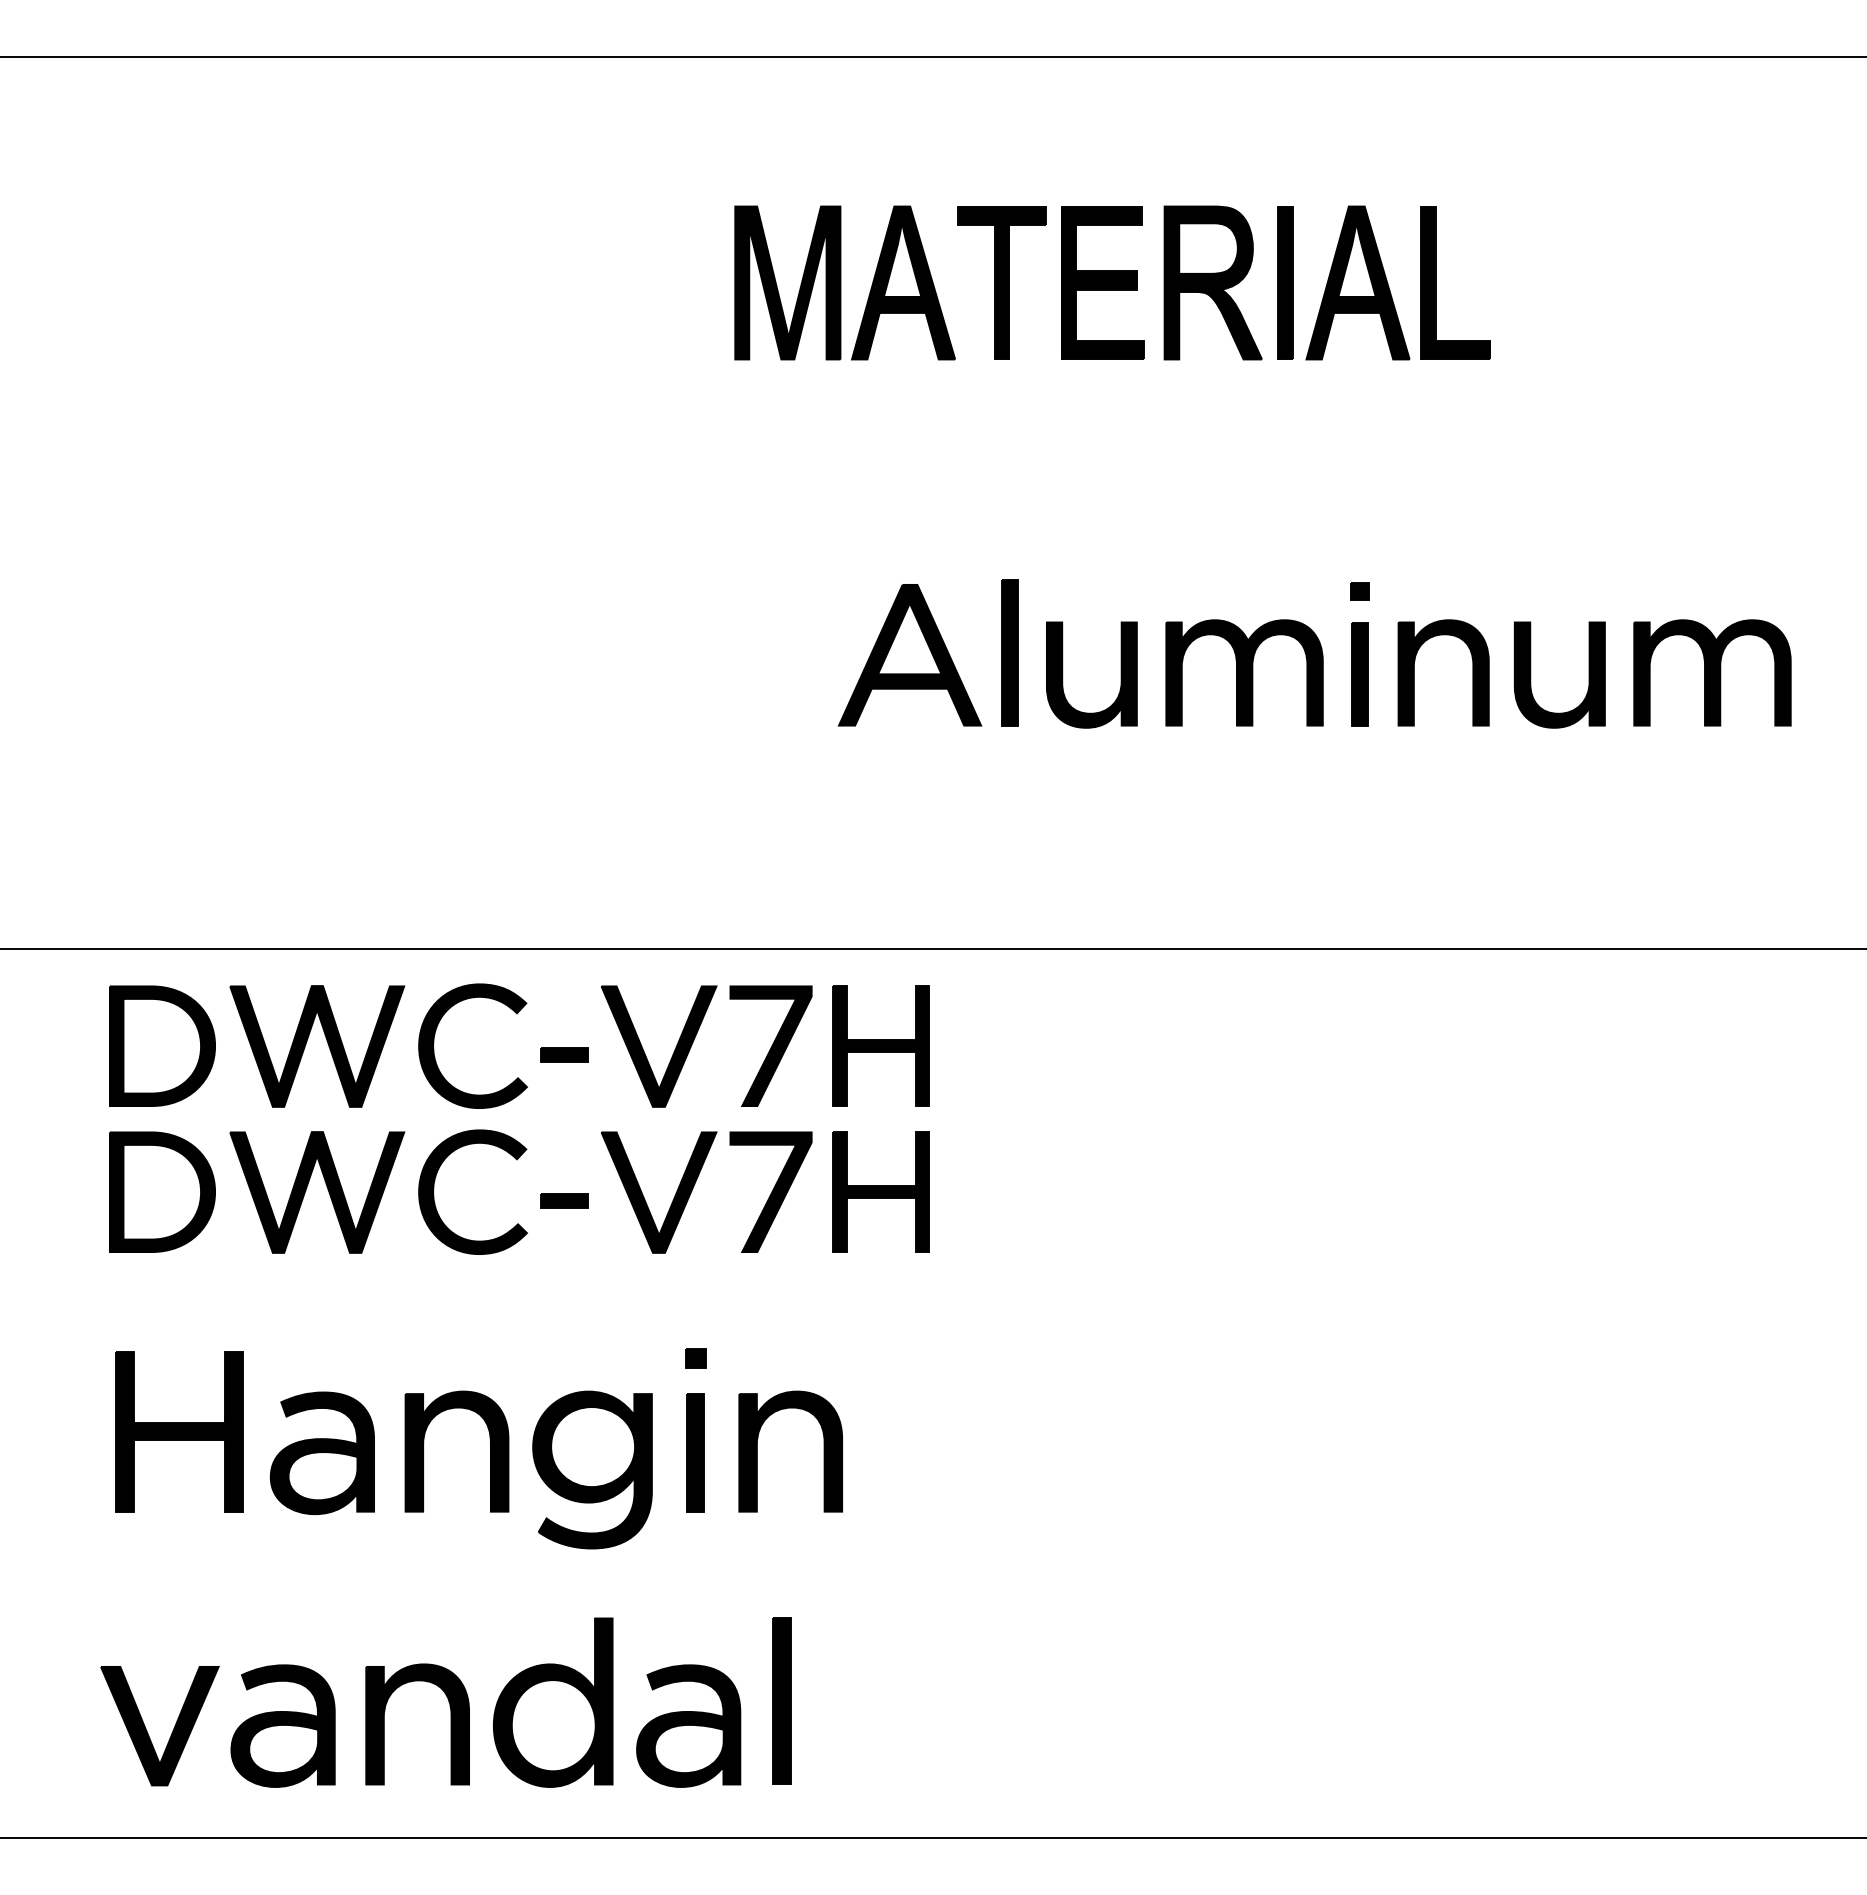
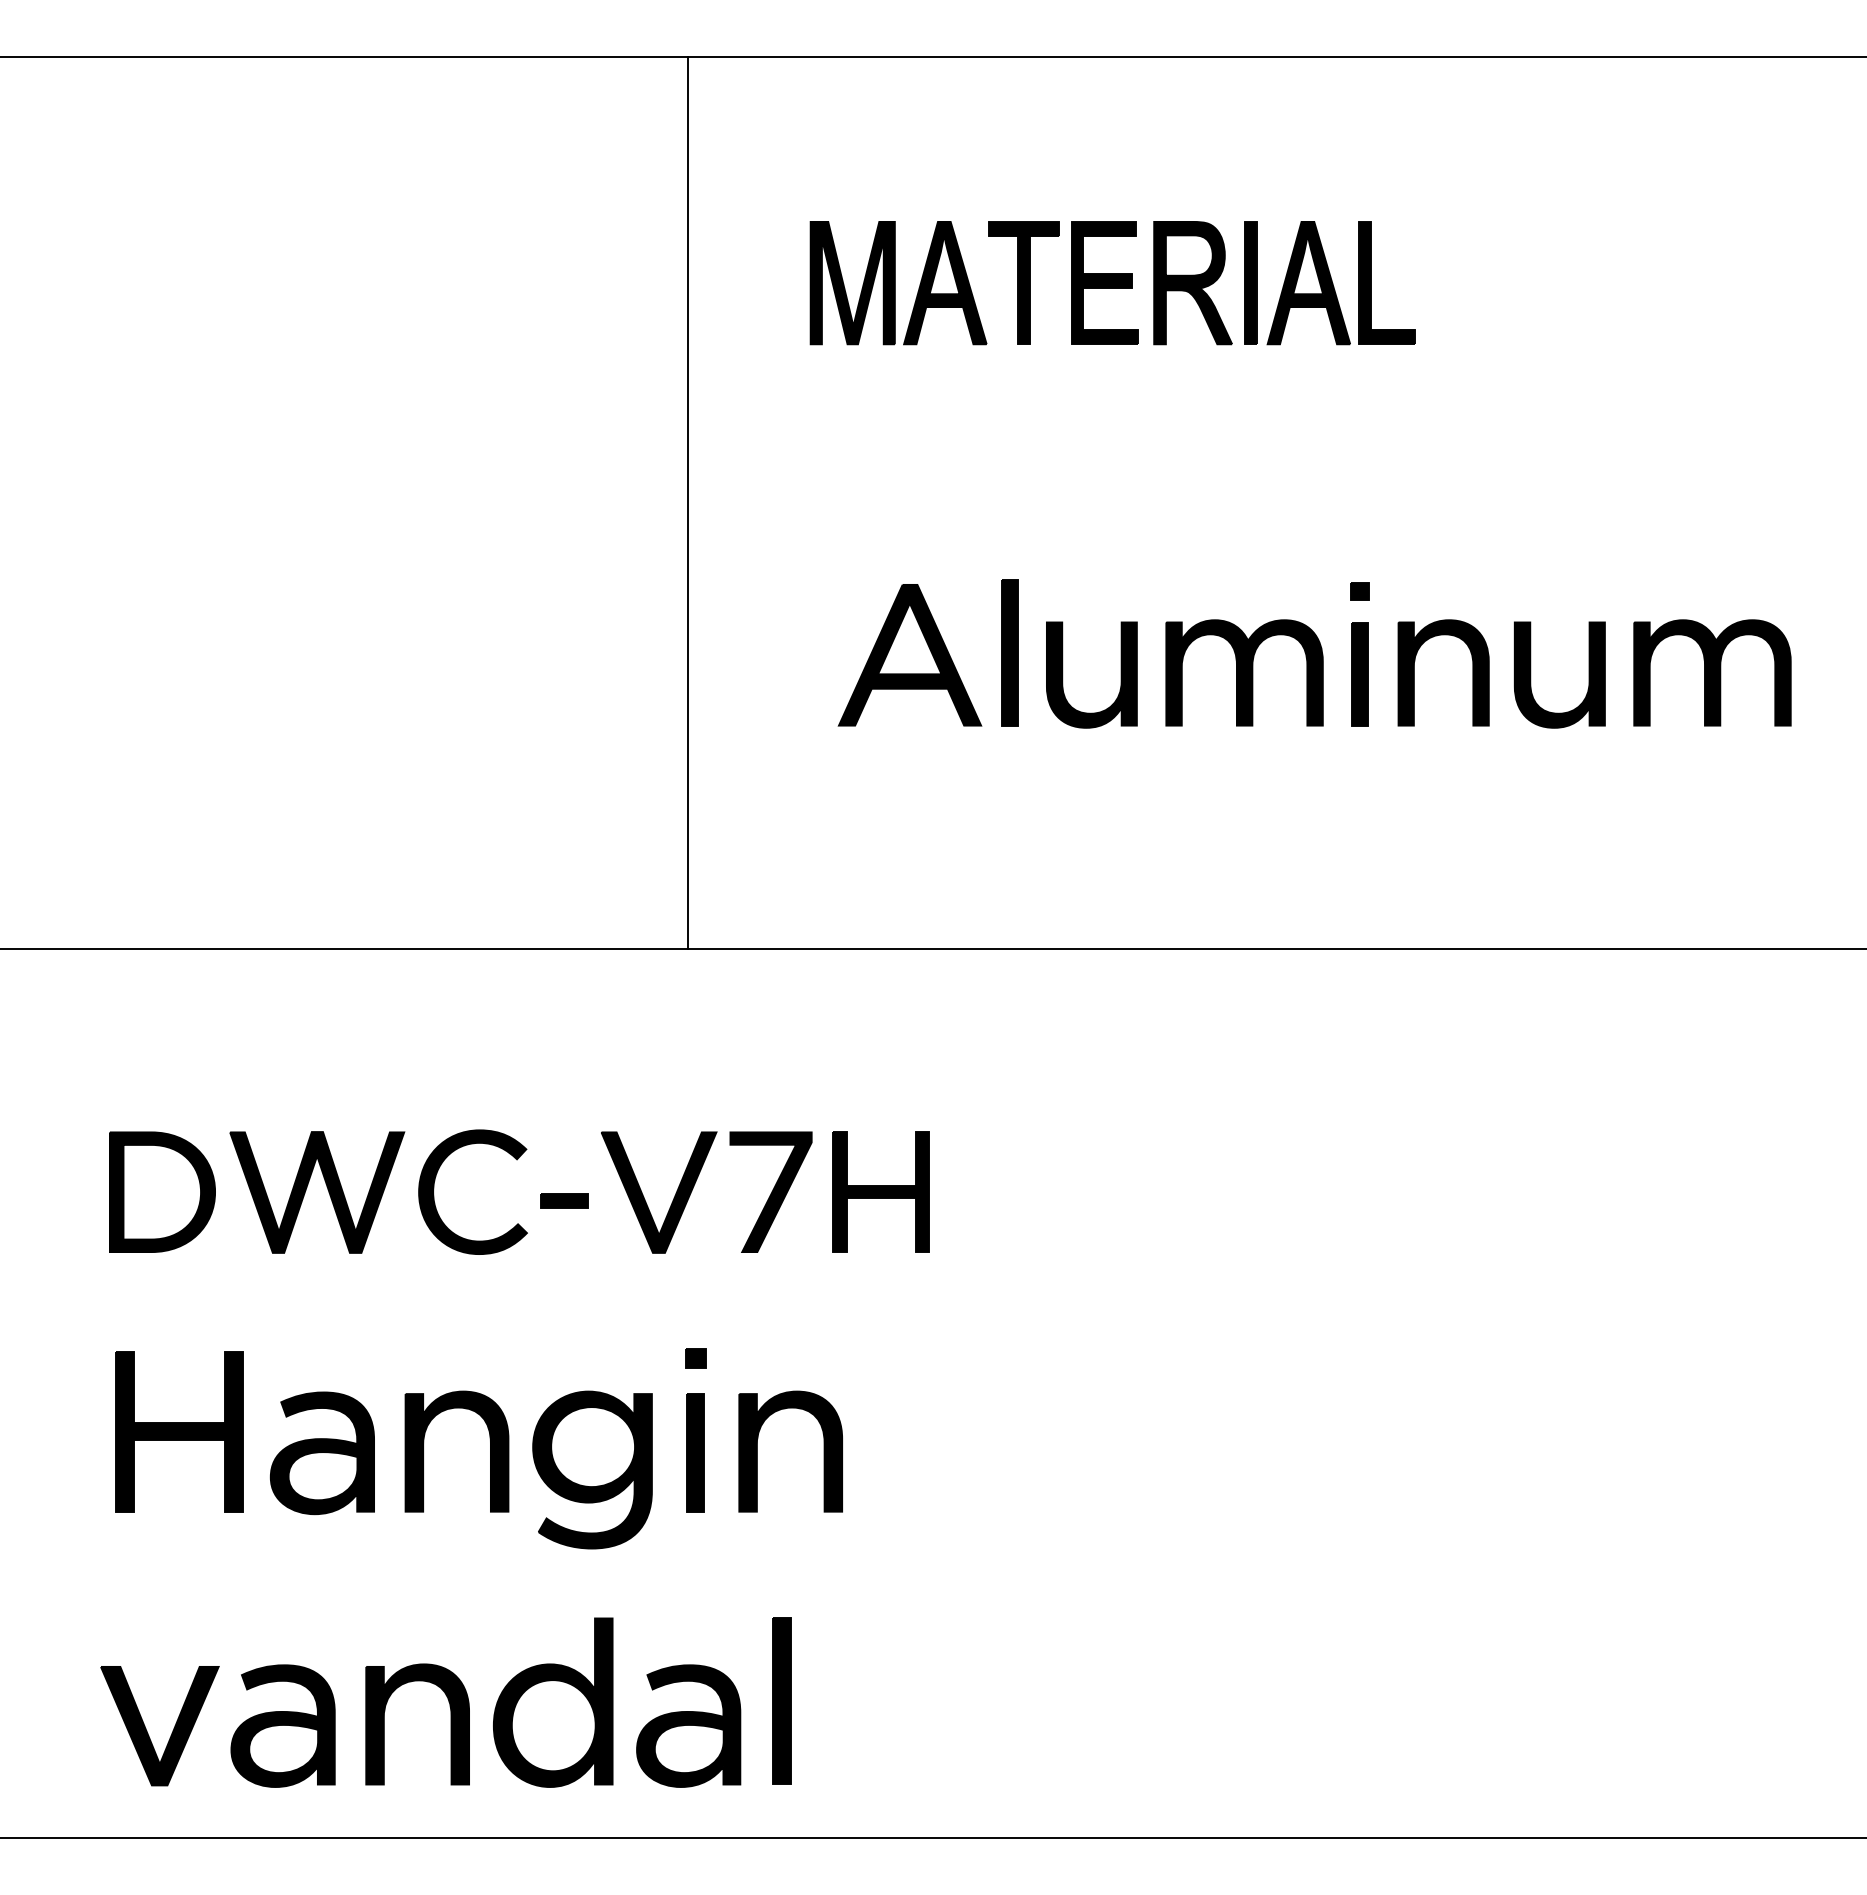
part at (1112, 282) size: 757x156 px -> 607x125 px
line at (688, 502): none -> present
part at (540, 1048): present -> none
